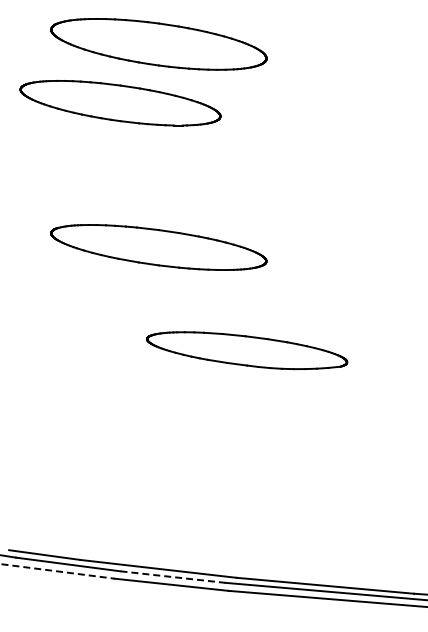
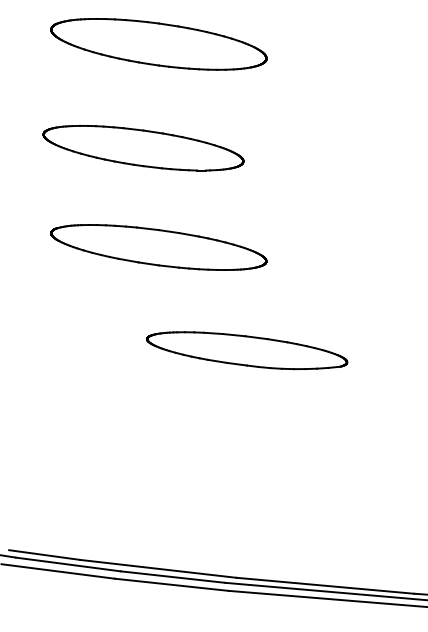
part at (120, 102) position: (120, 102) -> (143, 147)
line at (58, 571): dashed -> solid
line at (172, 577): dashed -> solid
